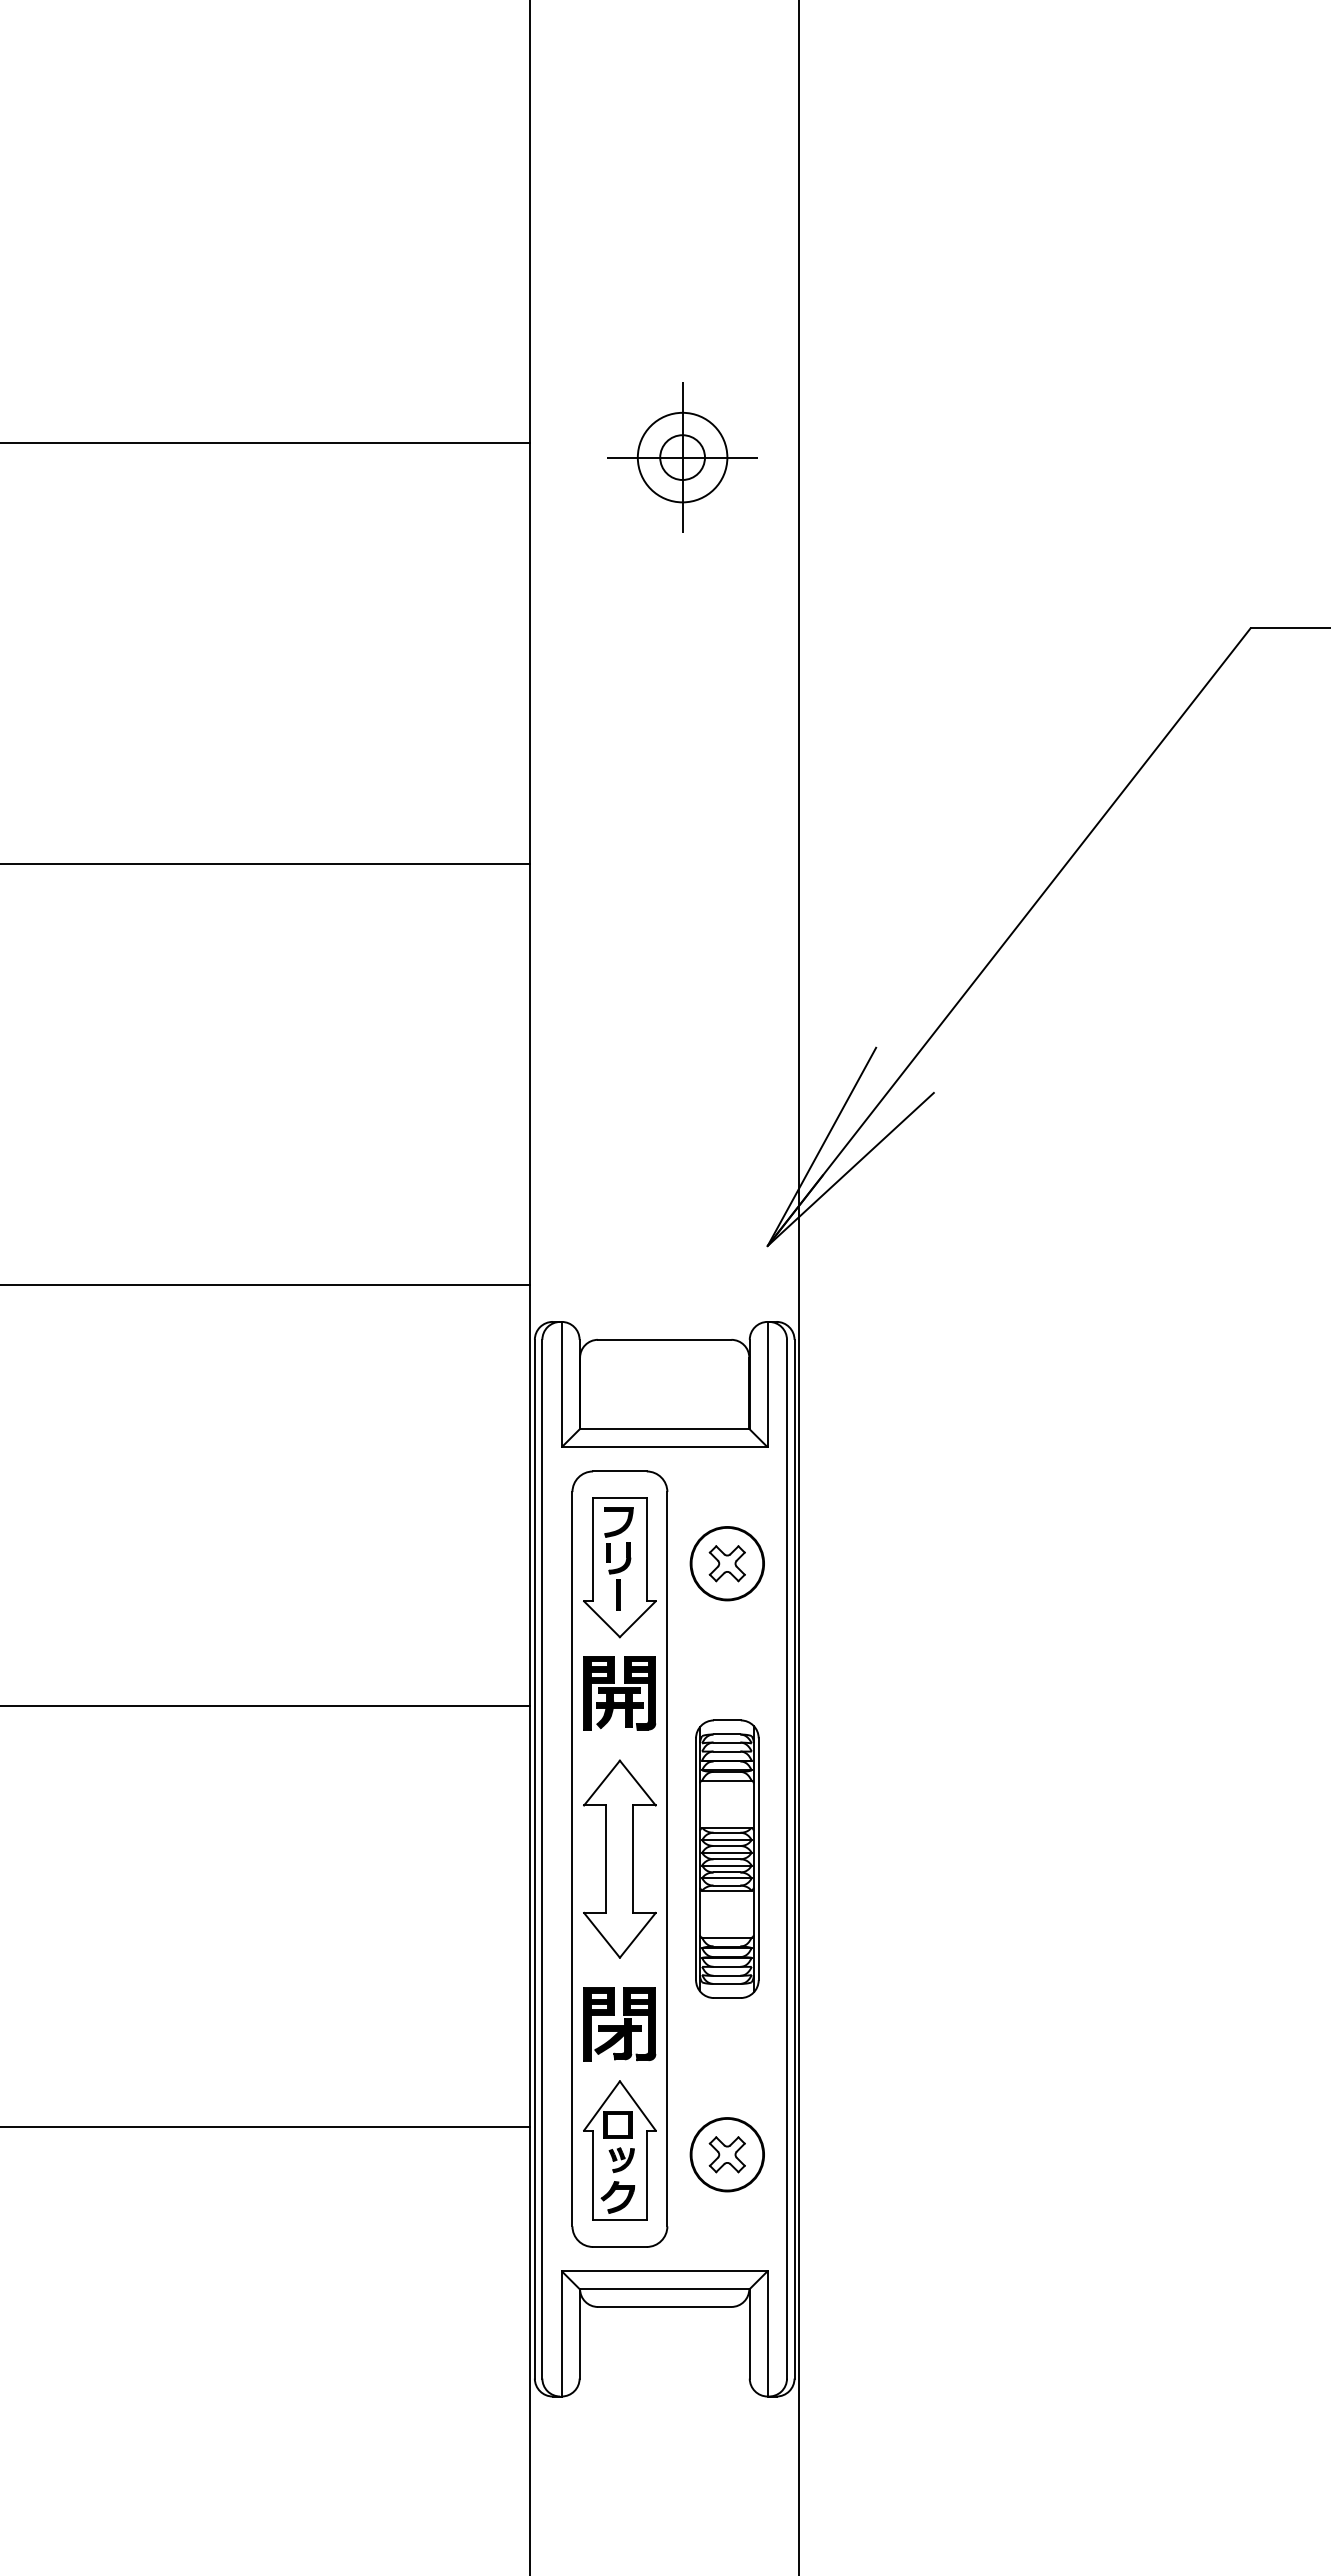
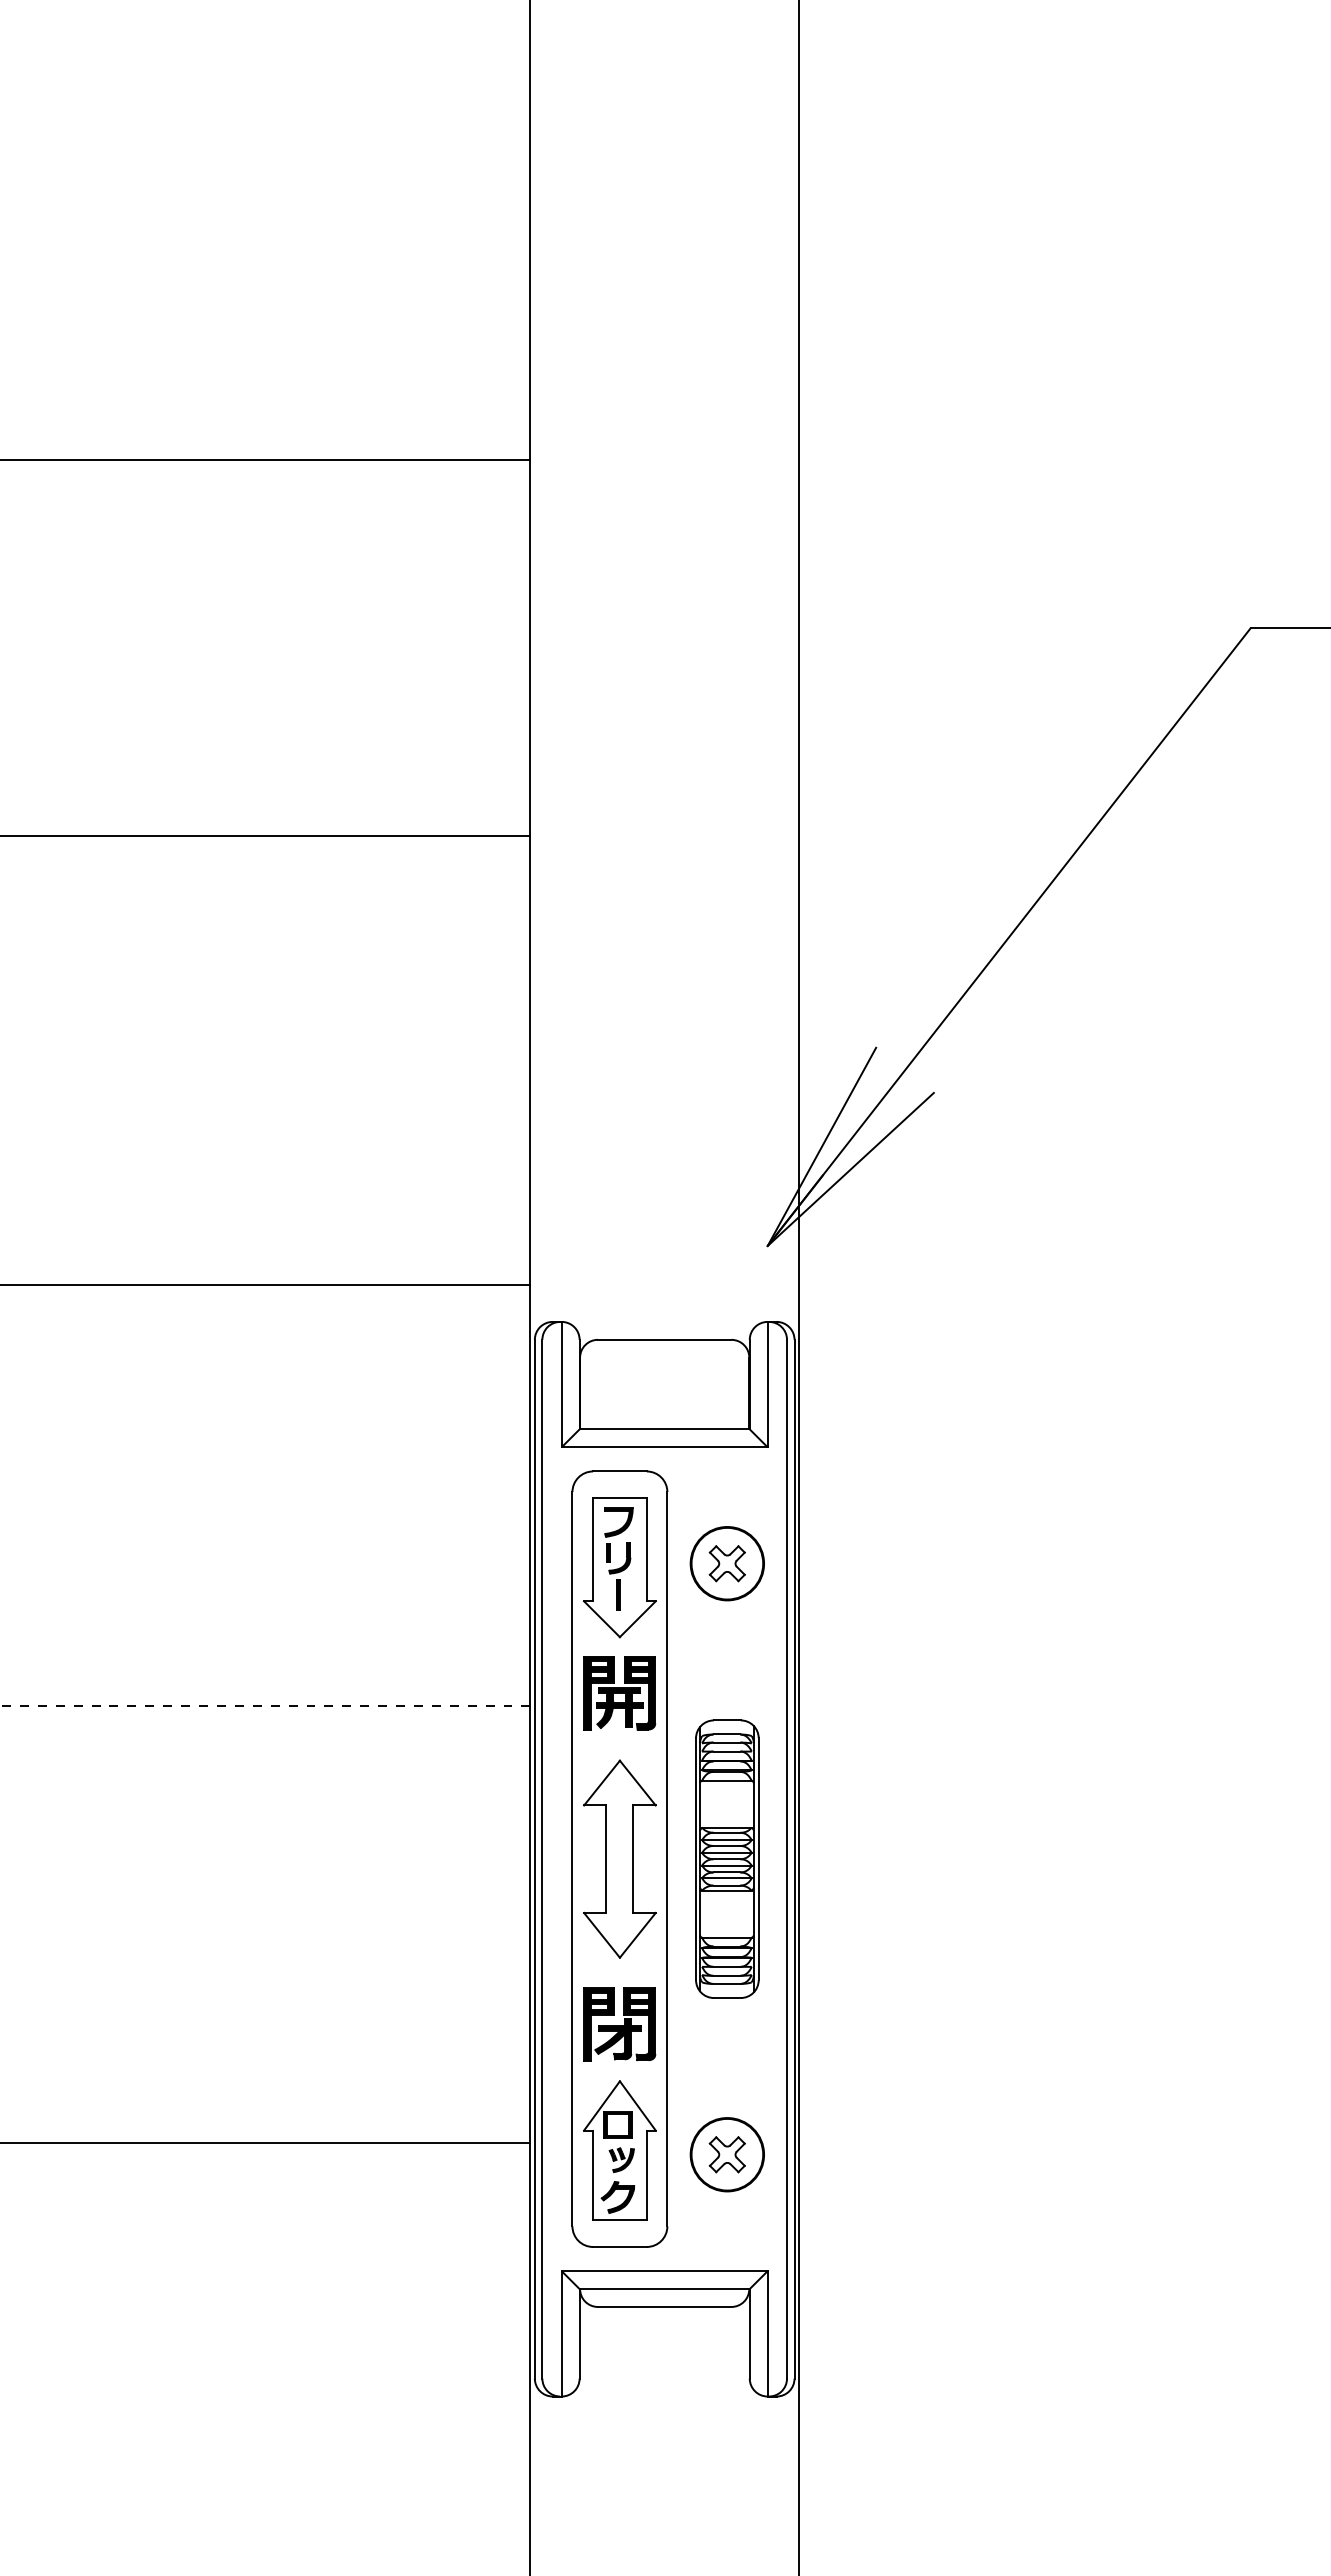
line at (266, 443) position: (266, 443) -> (266, 460)
part at (682, 457): present -> none
line at (266, 864) position: (266, 864) -> (266, 836)
line at (265, 1705): solid -> dashed
line at (266, 2126) position: (266, 2126) -> (266, 2142)
